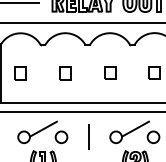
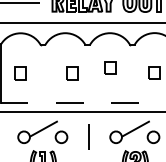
part at (110, 72) position: (110, 72) -> (110, 67)
part at (65, 73) position: (65, 73) -> (72, 73)
line at (83, 103): solid -> dashed
